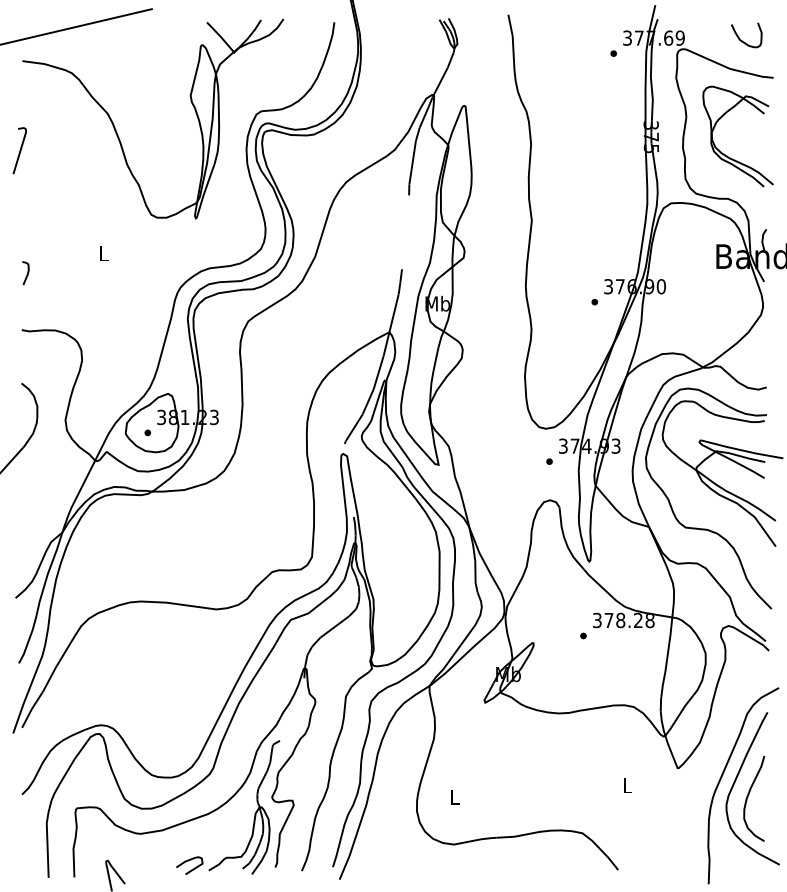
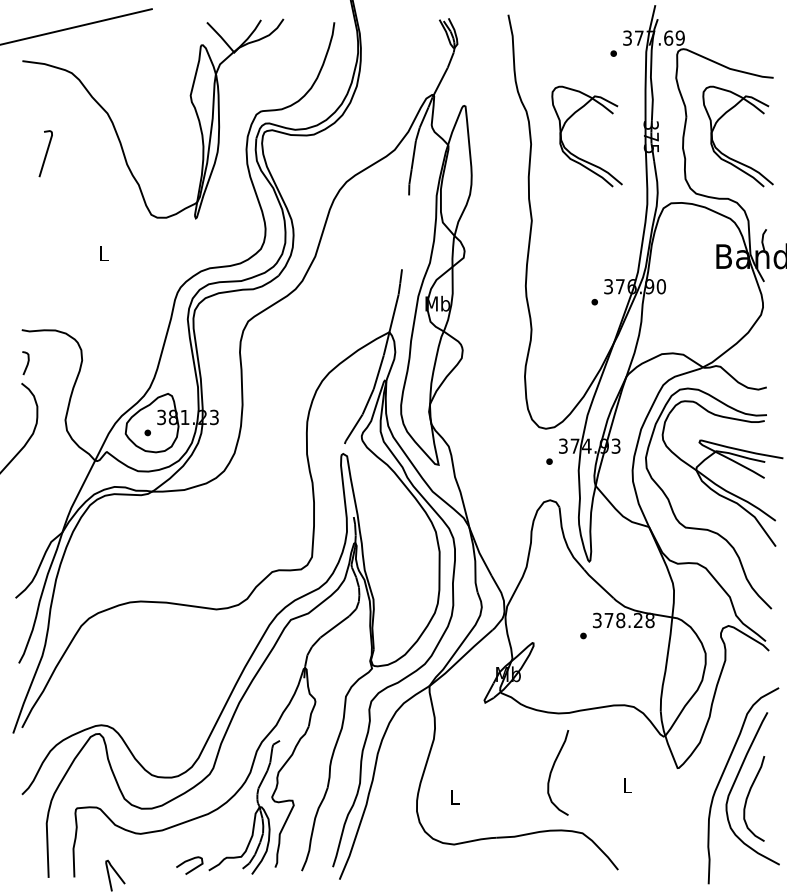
curve at (744, 41): present -> none
curve at (19, 150) position: (19, 150) -> (45, 153)
part at (576, 155): none -> present
curve at (26, 274) position: (26, 274) -> (26, 364)
curve at (552, 771): none -> present
